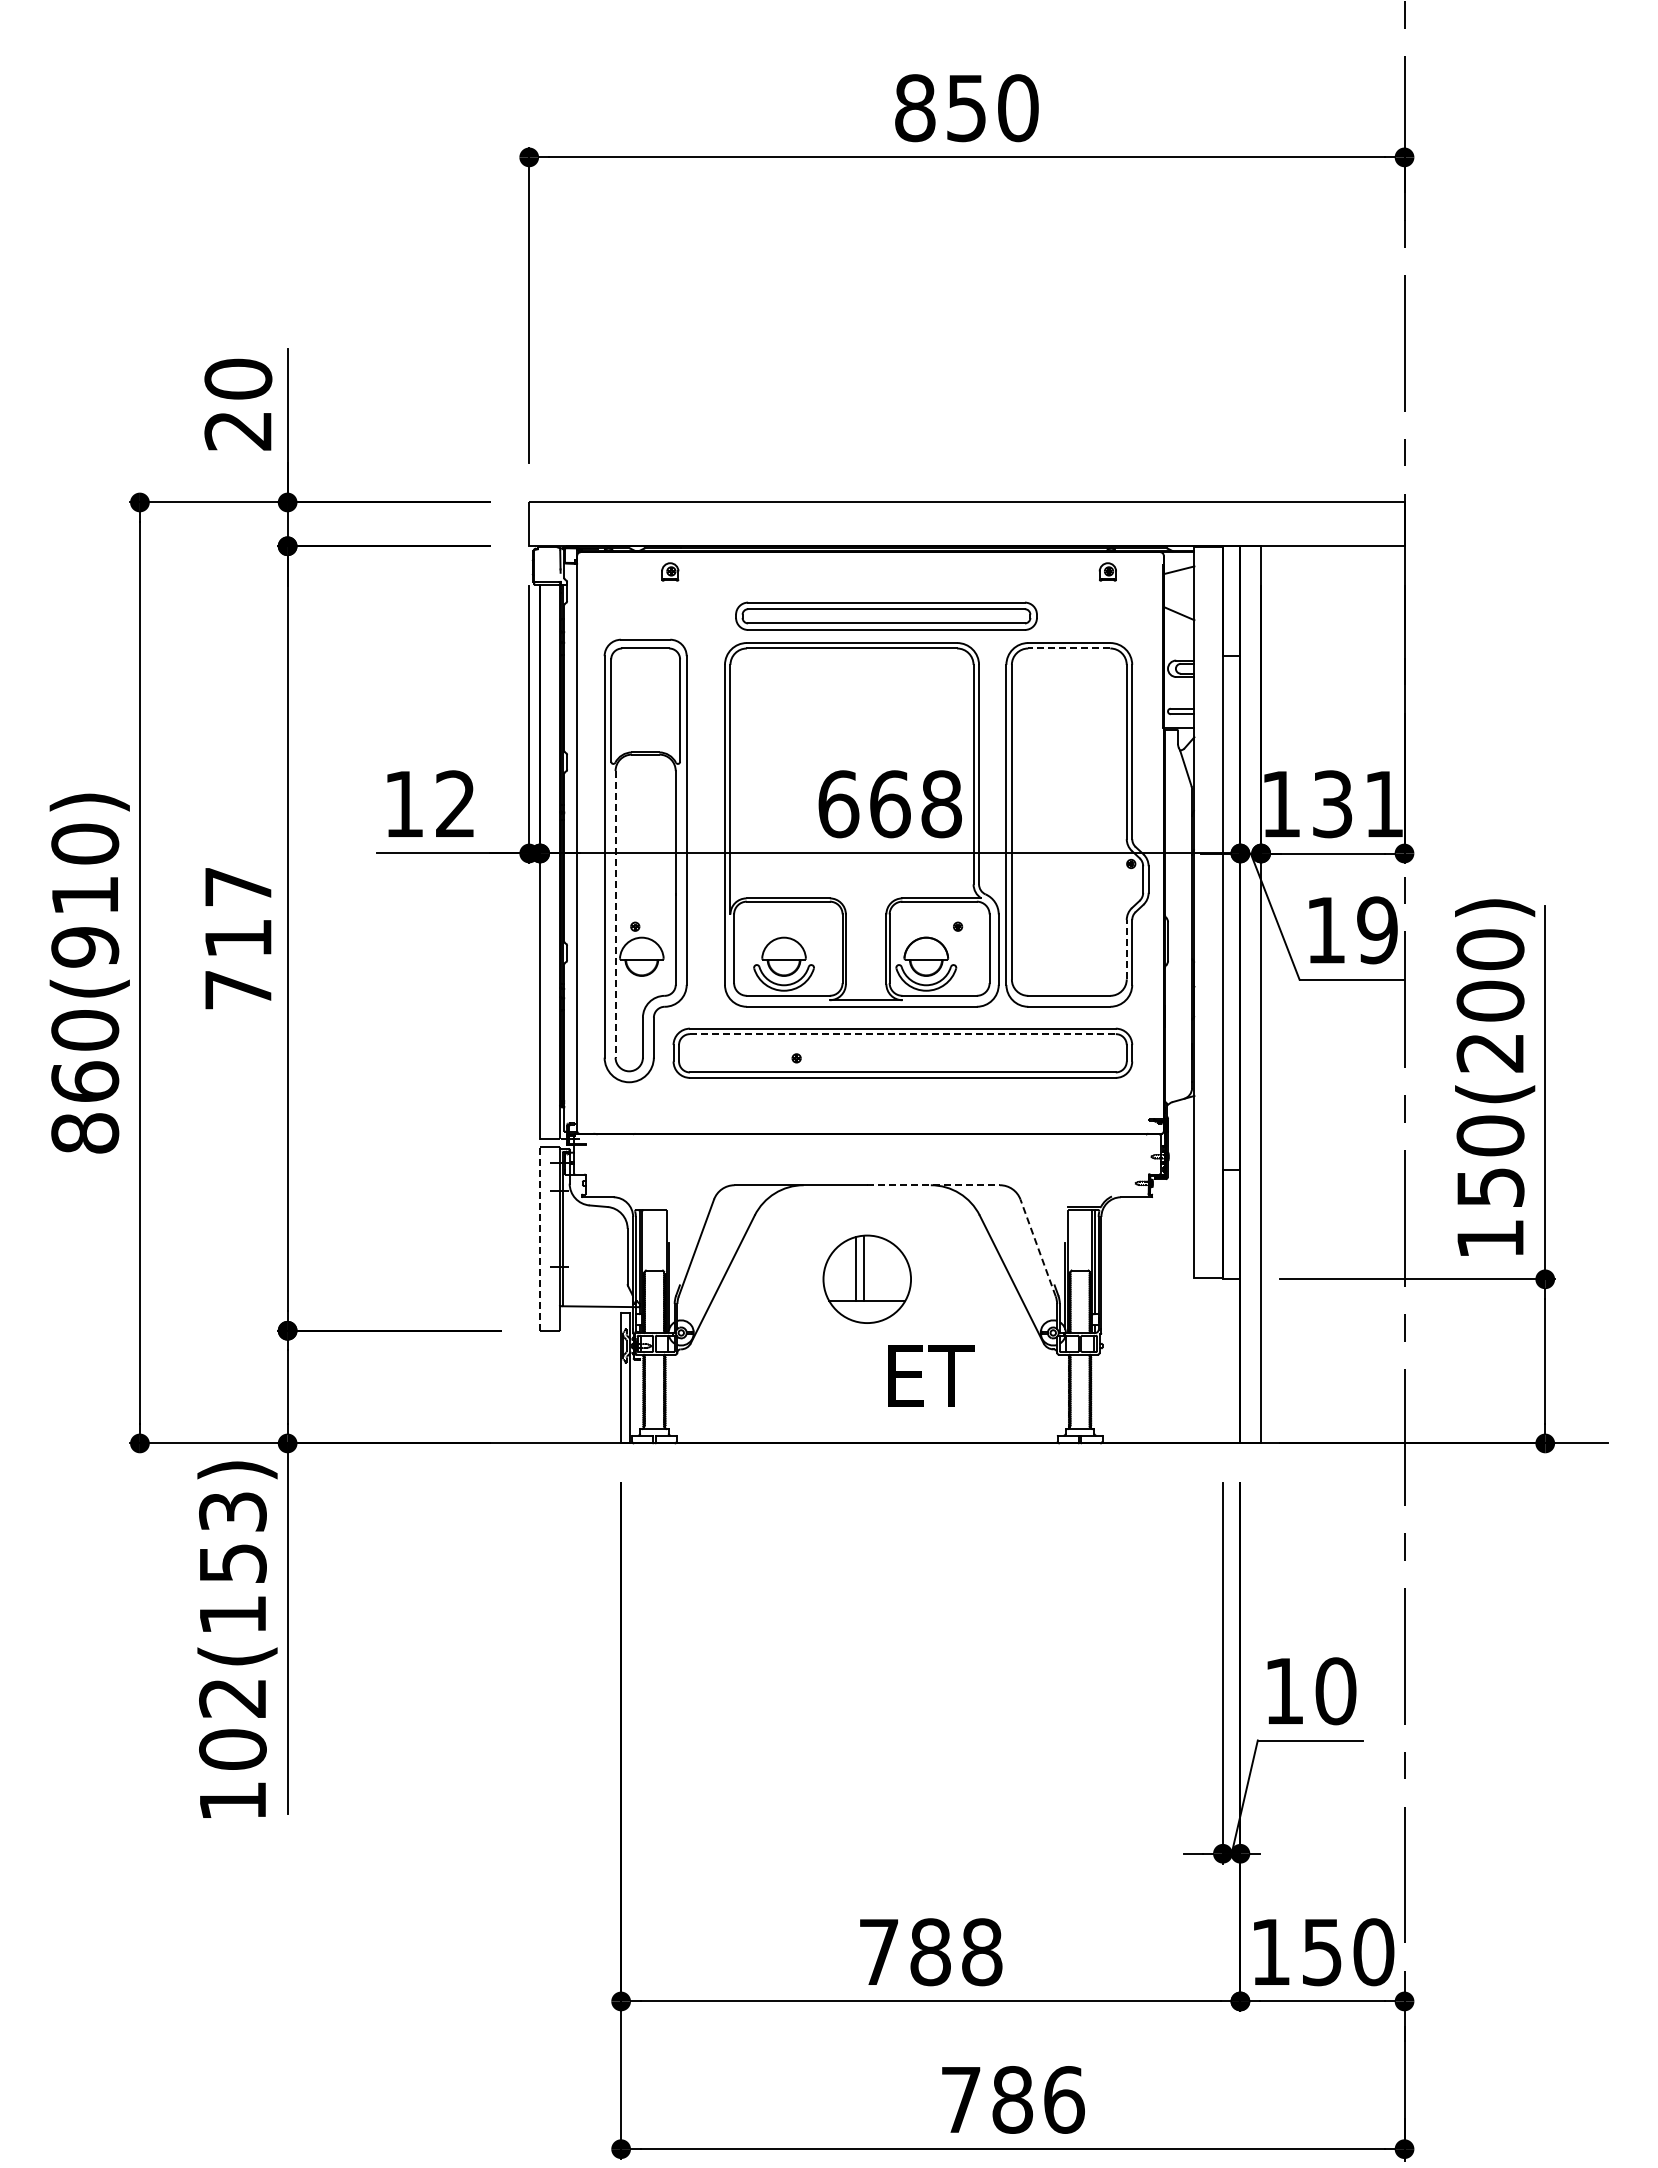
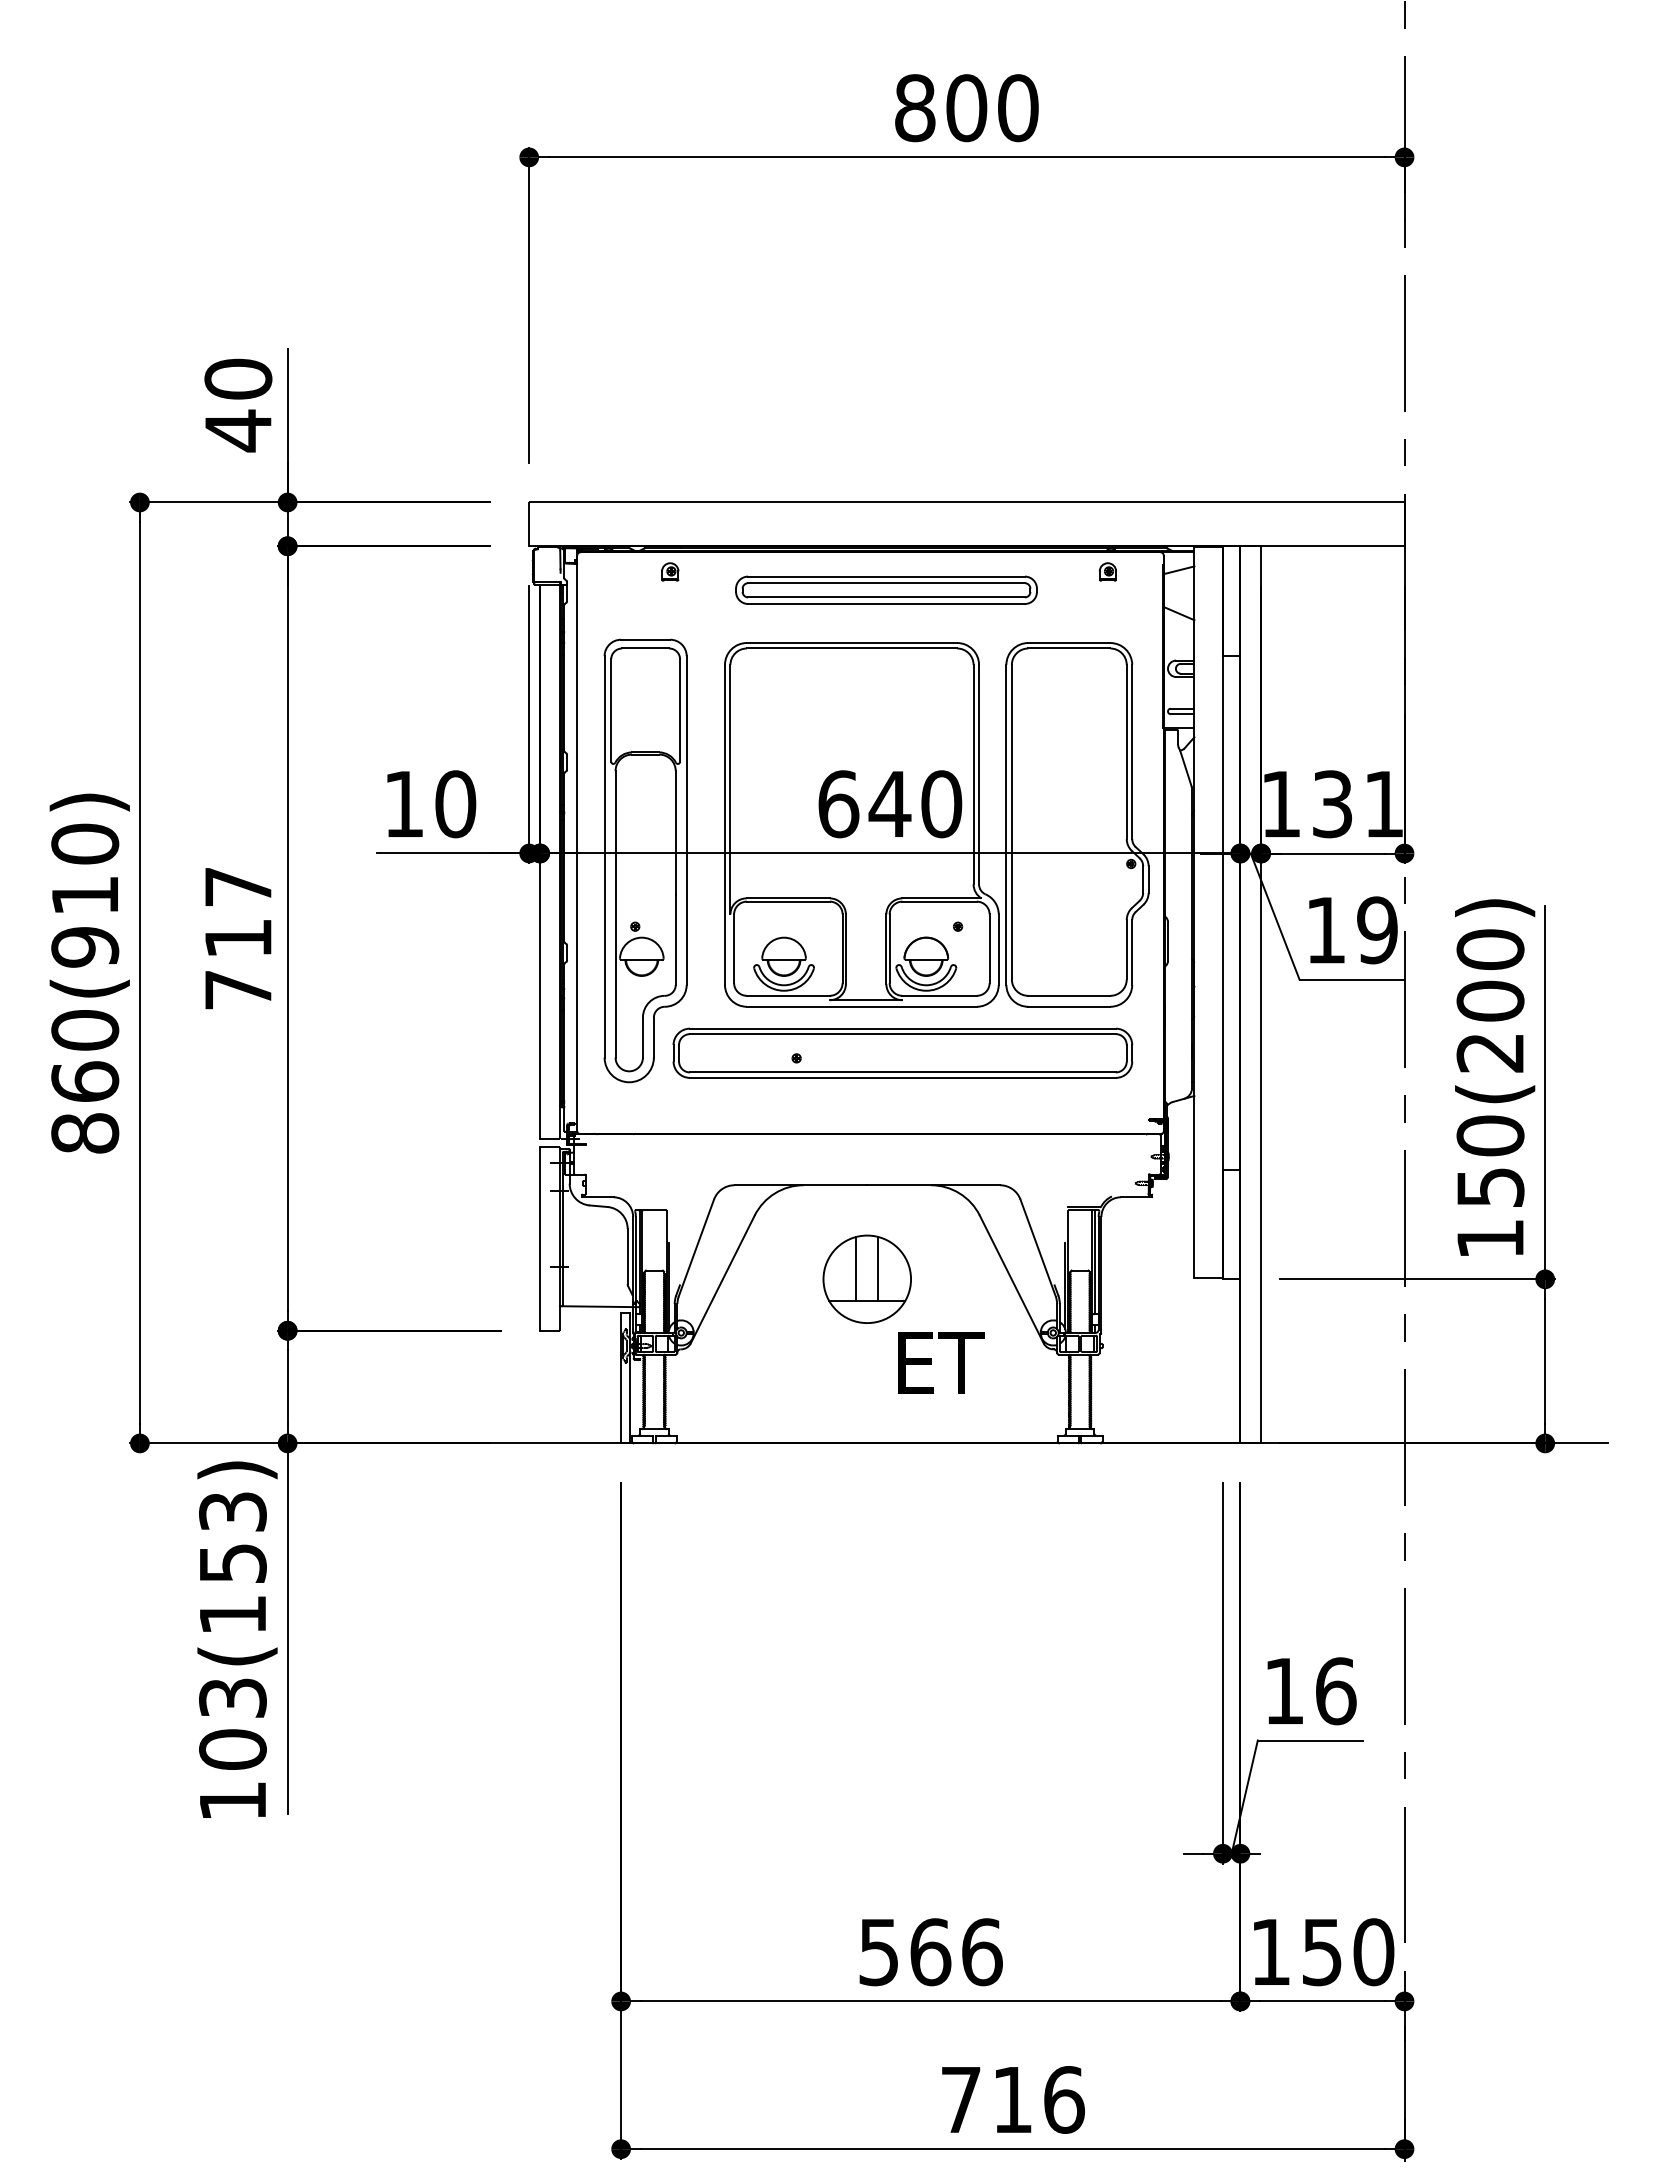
text at (966, 108): 850 -> 800
text at (237, 430): 20 -> 40
part at (886, 615) position: (886, 615) -> (886, 589)
line at (1068, 648): dashed -> solid
text at (455, 804): 12 -> 10
text at (915, 804): 668 -> 640
line at (615, 914): dashed -> solid
line at (1126, 949): dashed -> solid
line at (902, 1034): dashed -> solid
line at (934, 1185): dashed -> solid
line at (540, 1238): dashed -> solid
line at (1038, 1248): dashed -> solid
line at (864, 1268) position: (864, 1268) -> (878, 1268)
text at (931, 1375) position: (931, 1375) -> (941, 1362)
text at (1335, 1691): 10 -> 16
text at (232, 1697): 102(153) -> 103(153)
text at (930, 1952): 788 -> 566
text at (1012, 2099): 786 -> 716
